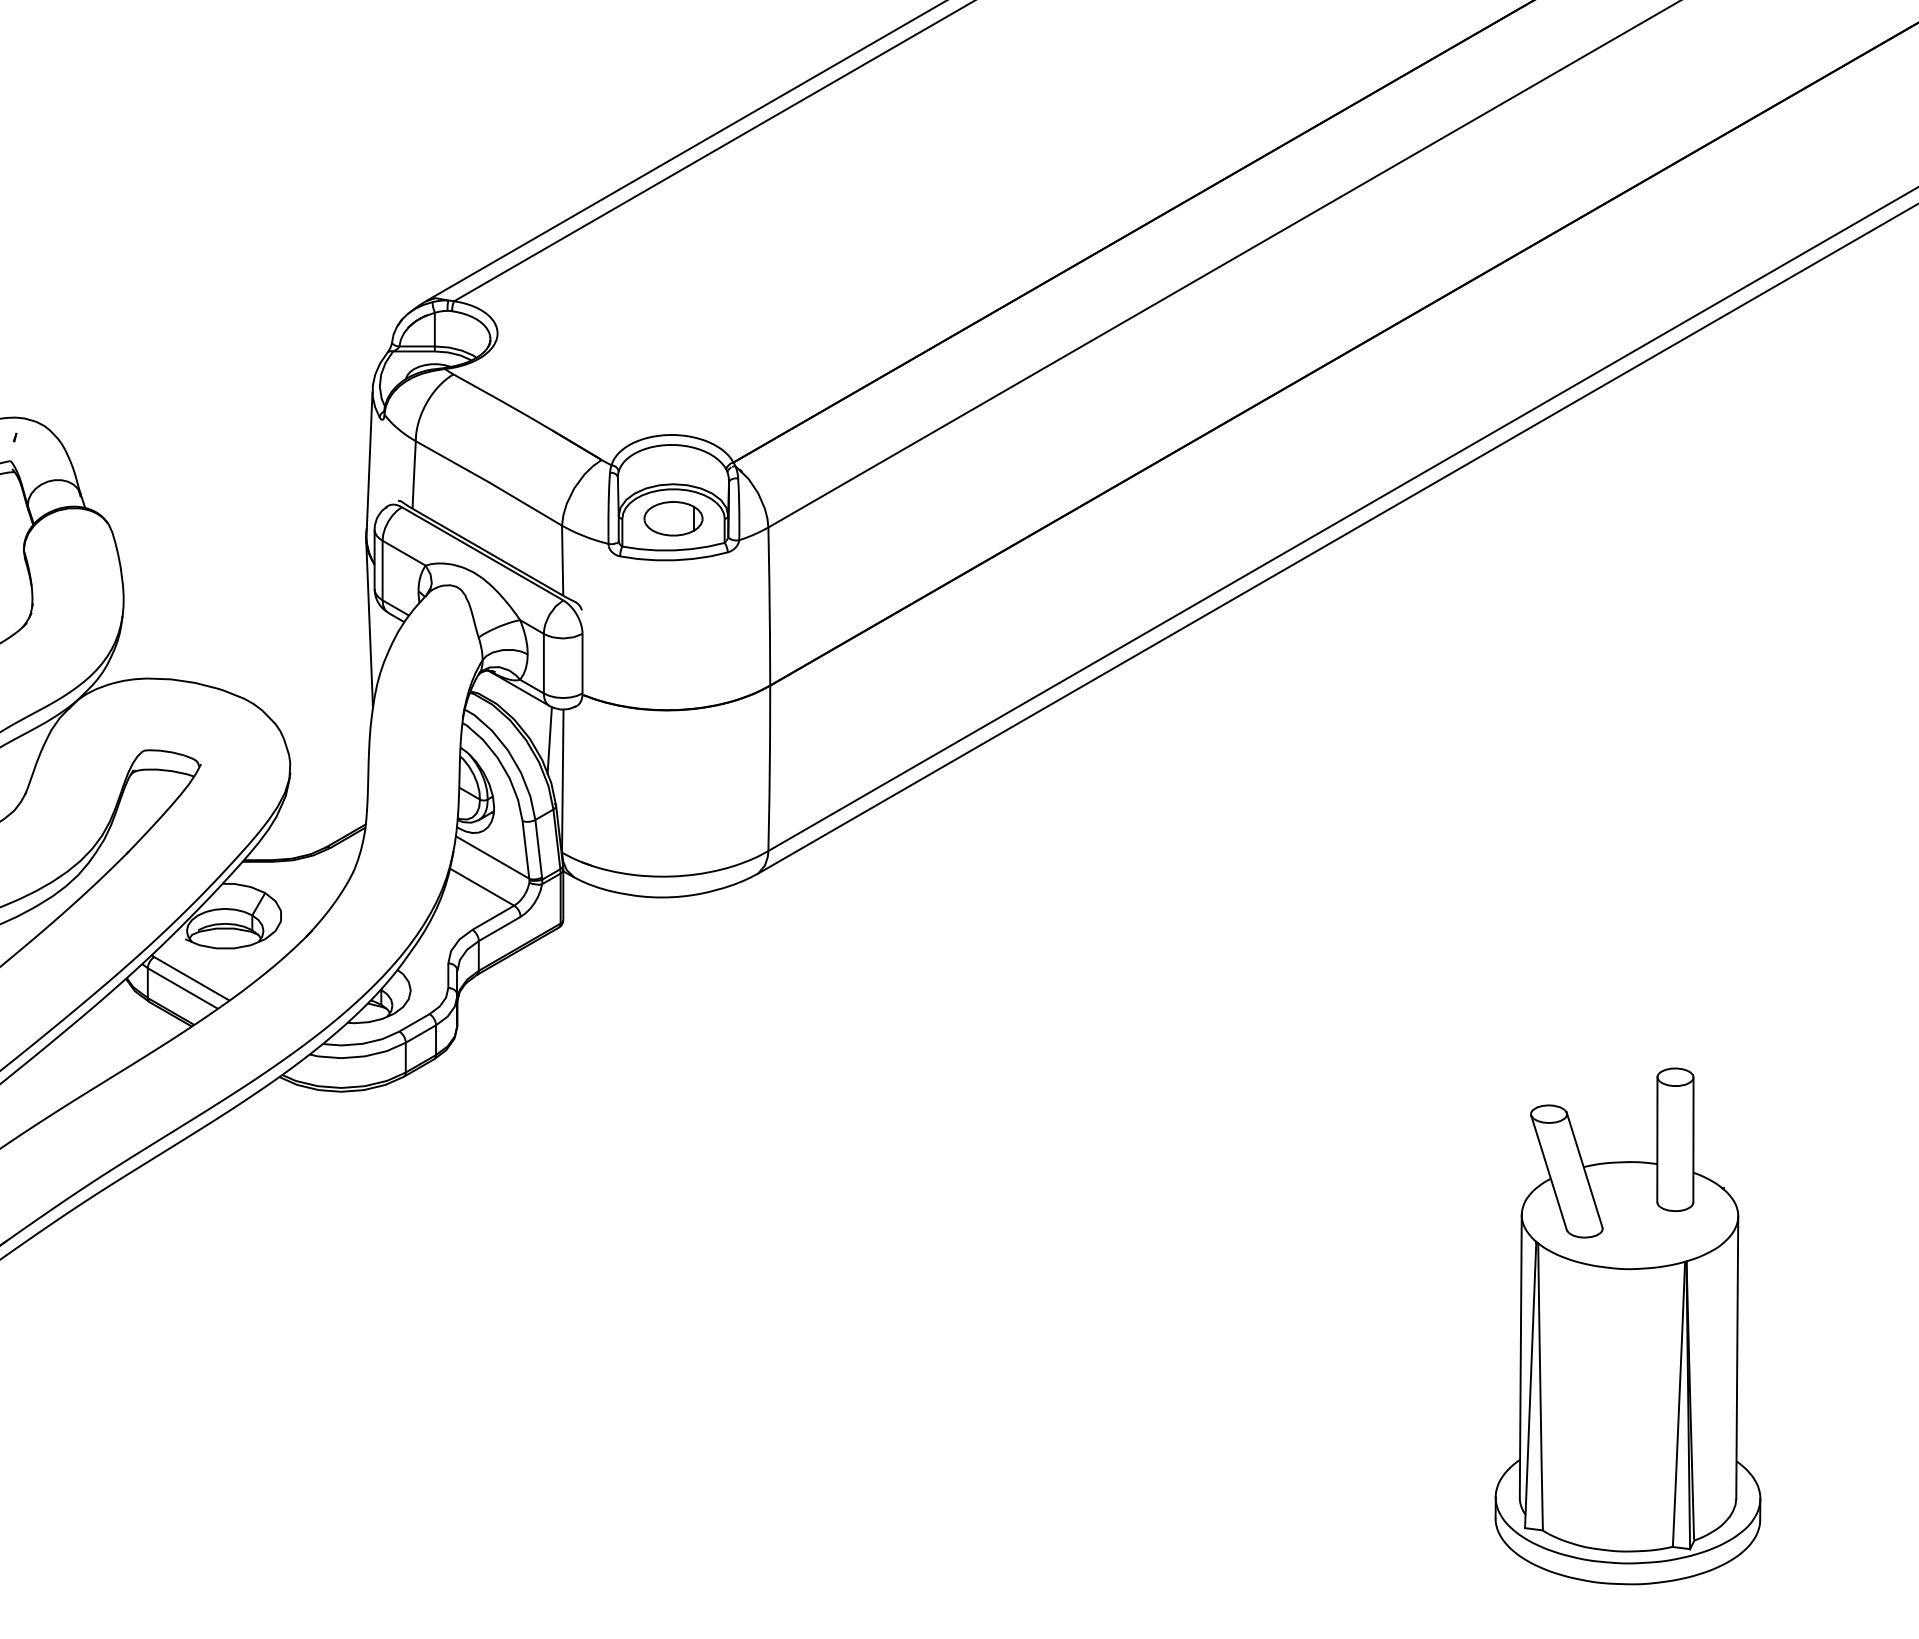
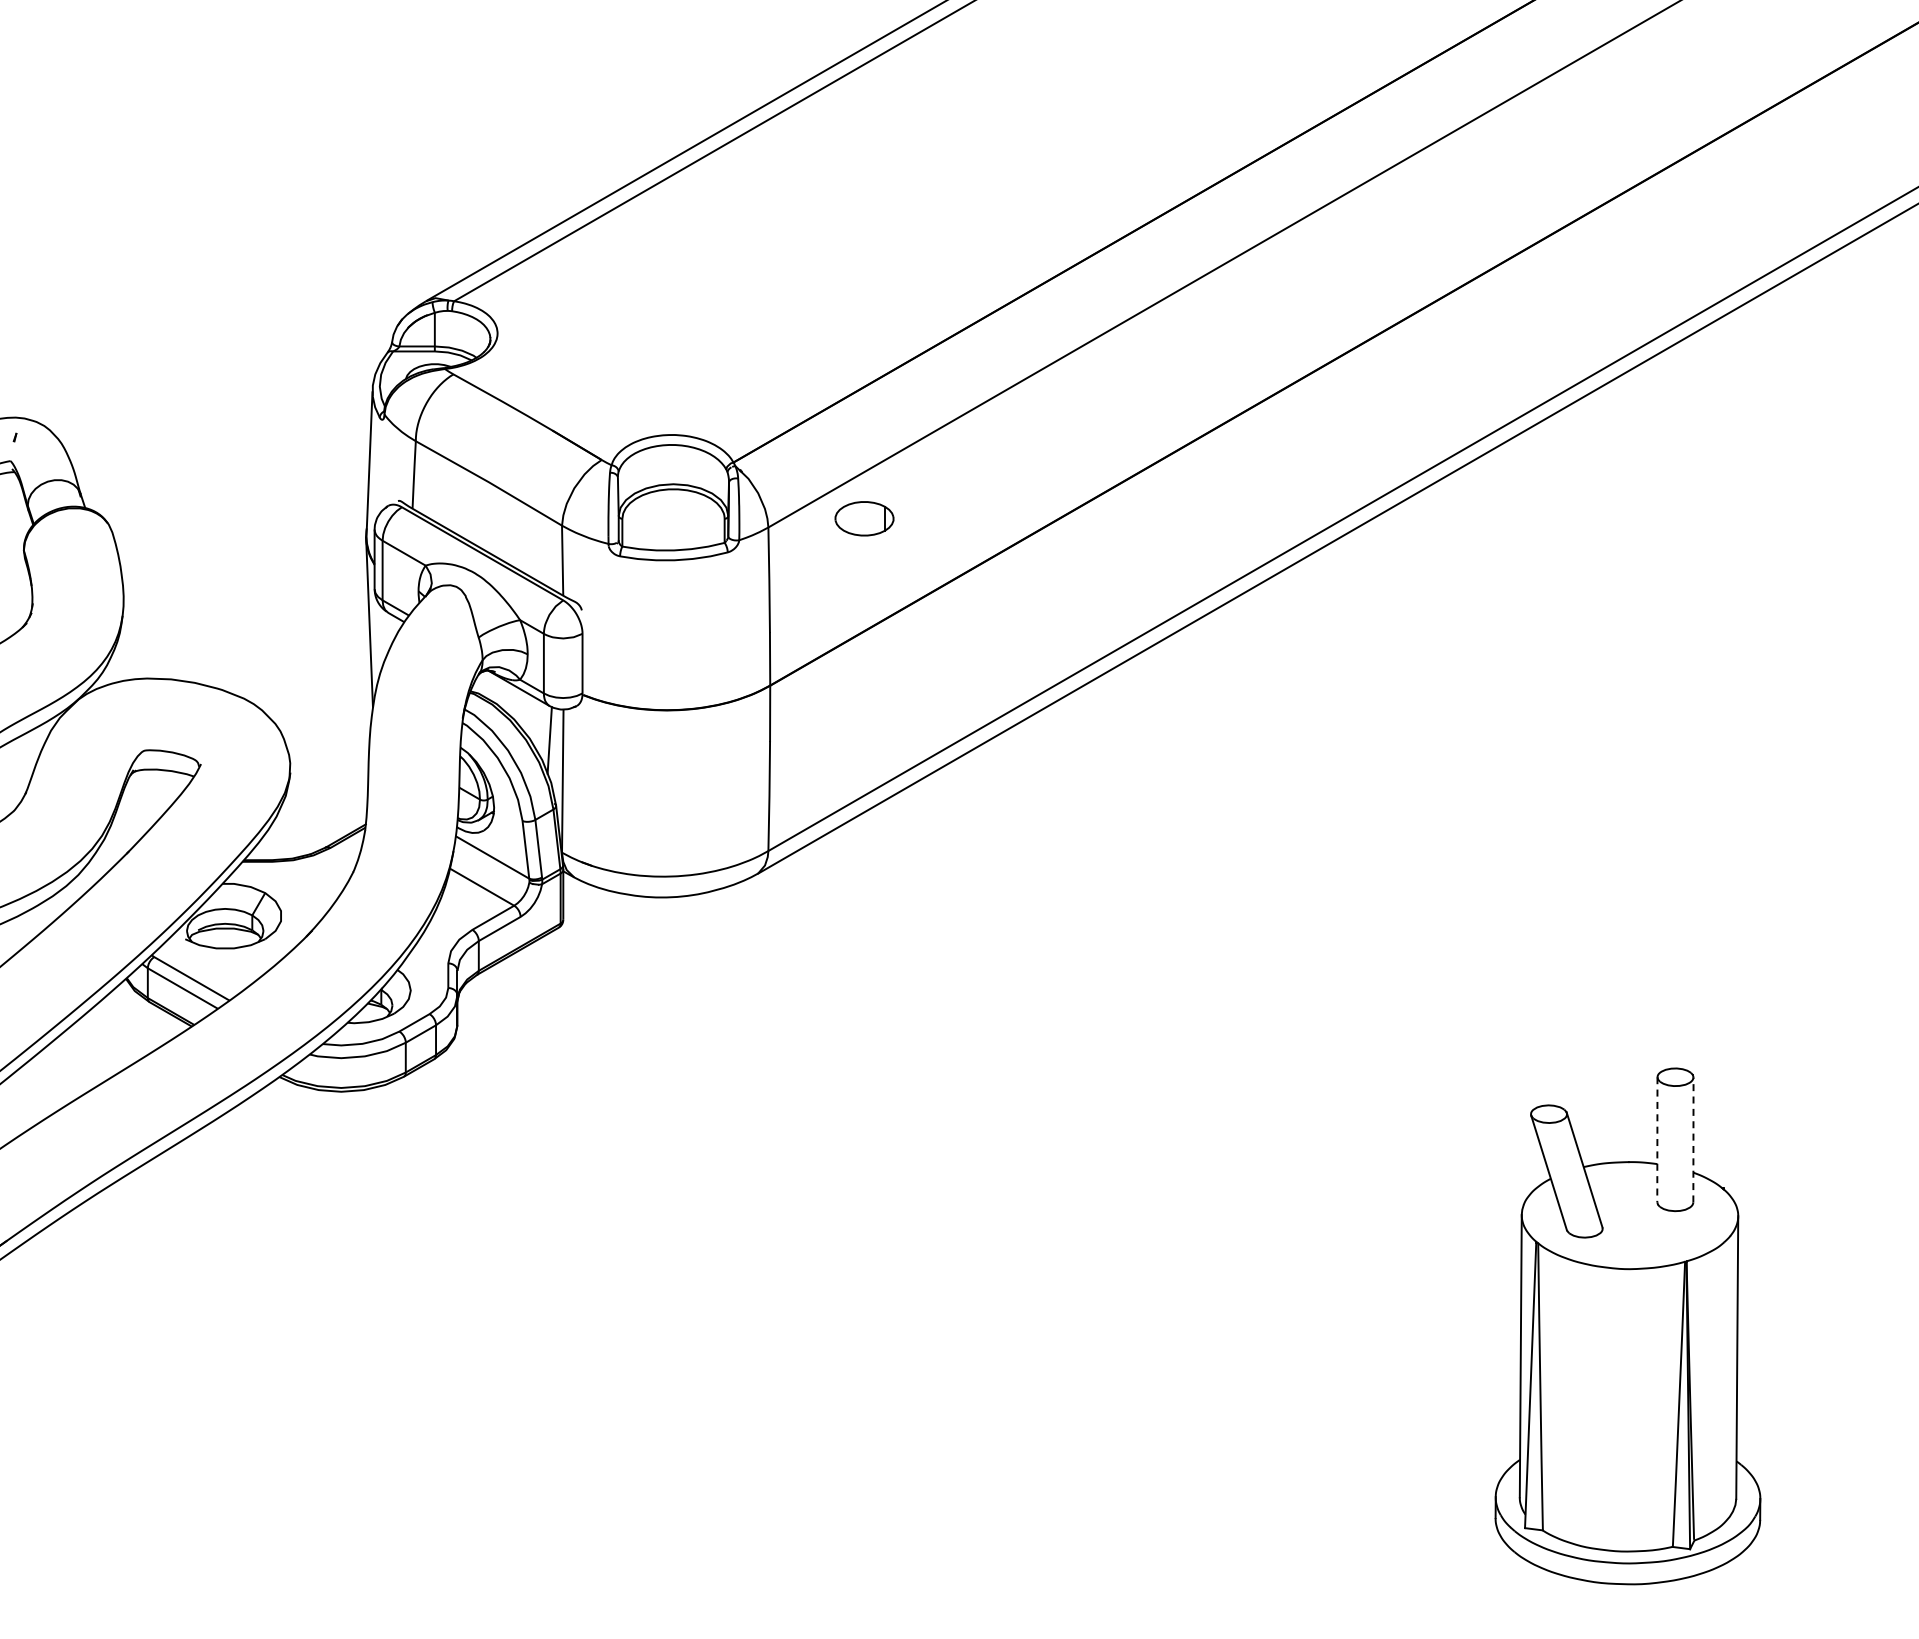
part at (673, 518) position: (673, 518) -> (864, 518)
line at (1657, 1139): solid -> dashed
line at (1693, 1139): solid -> dashed
